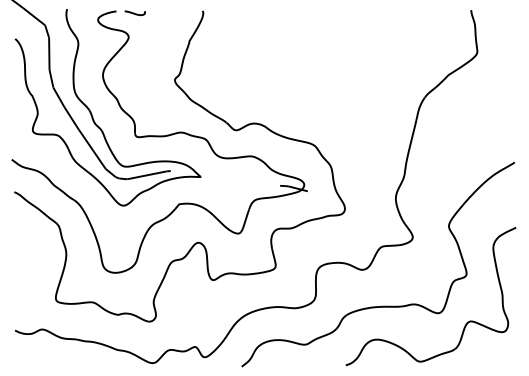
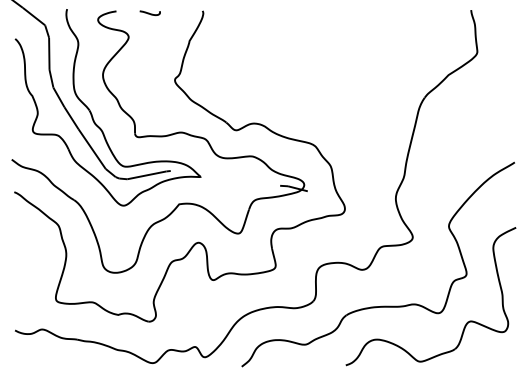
curve at (134, 13) position: (134, 13) -> (149, 13)
